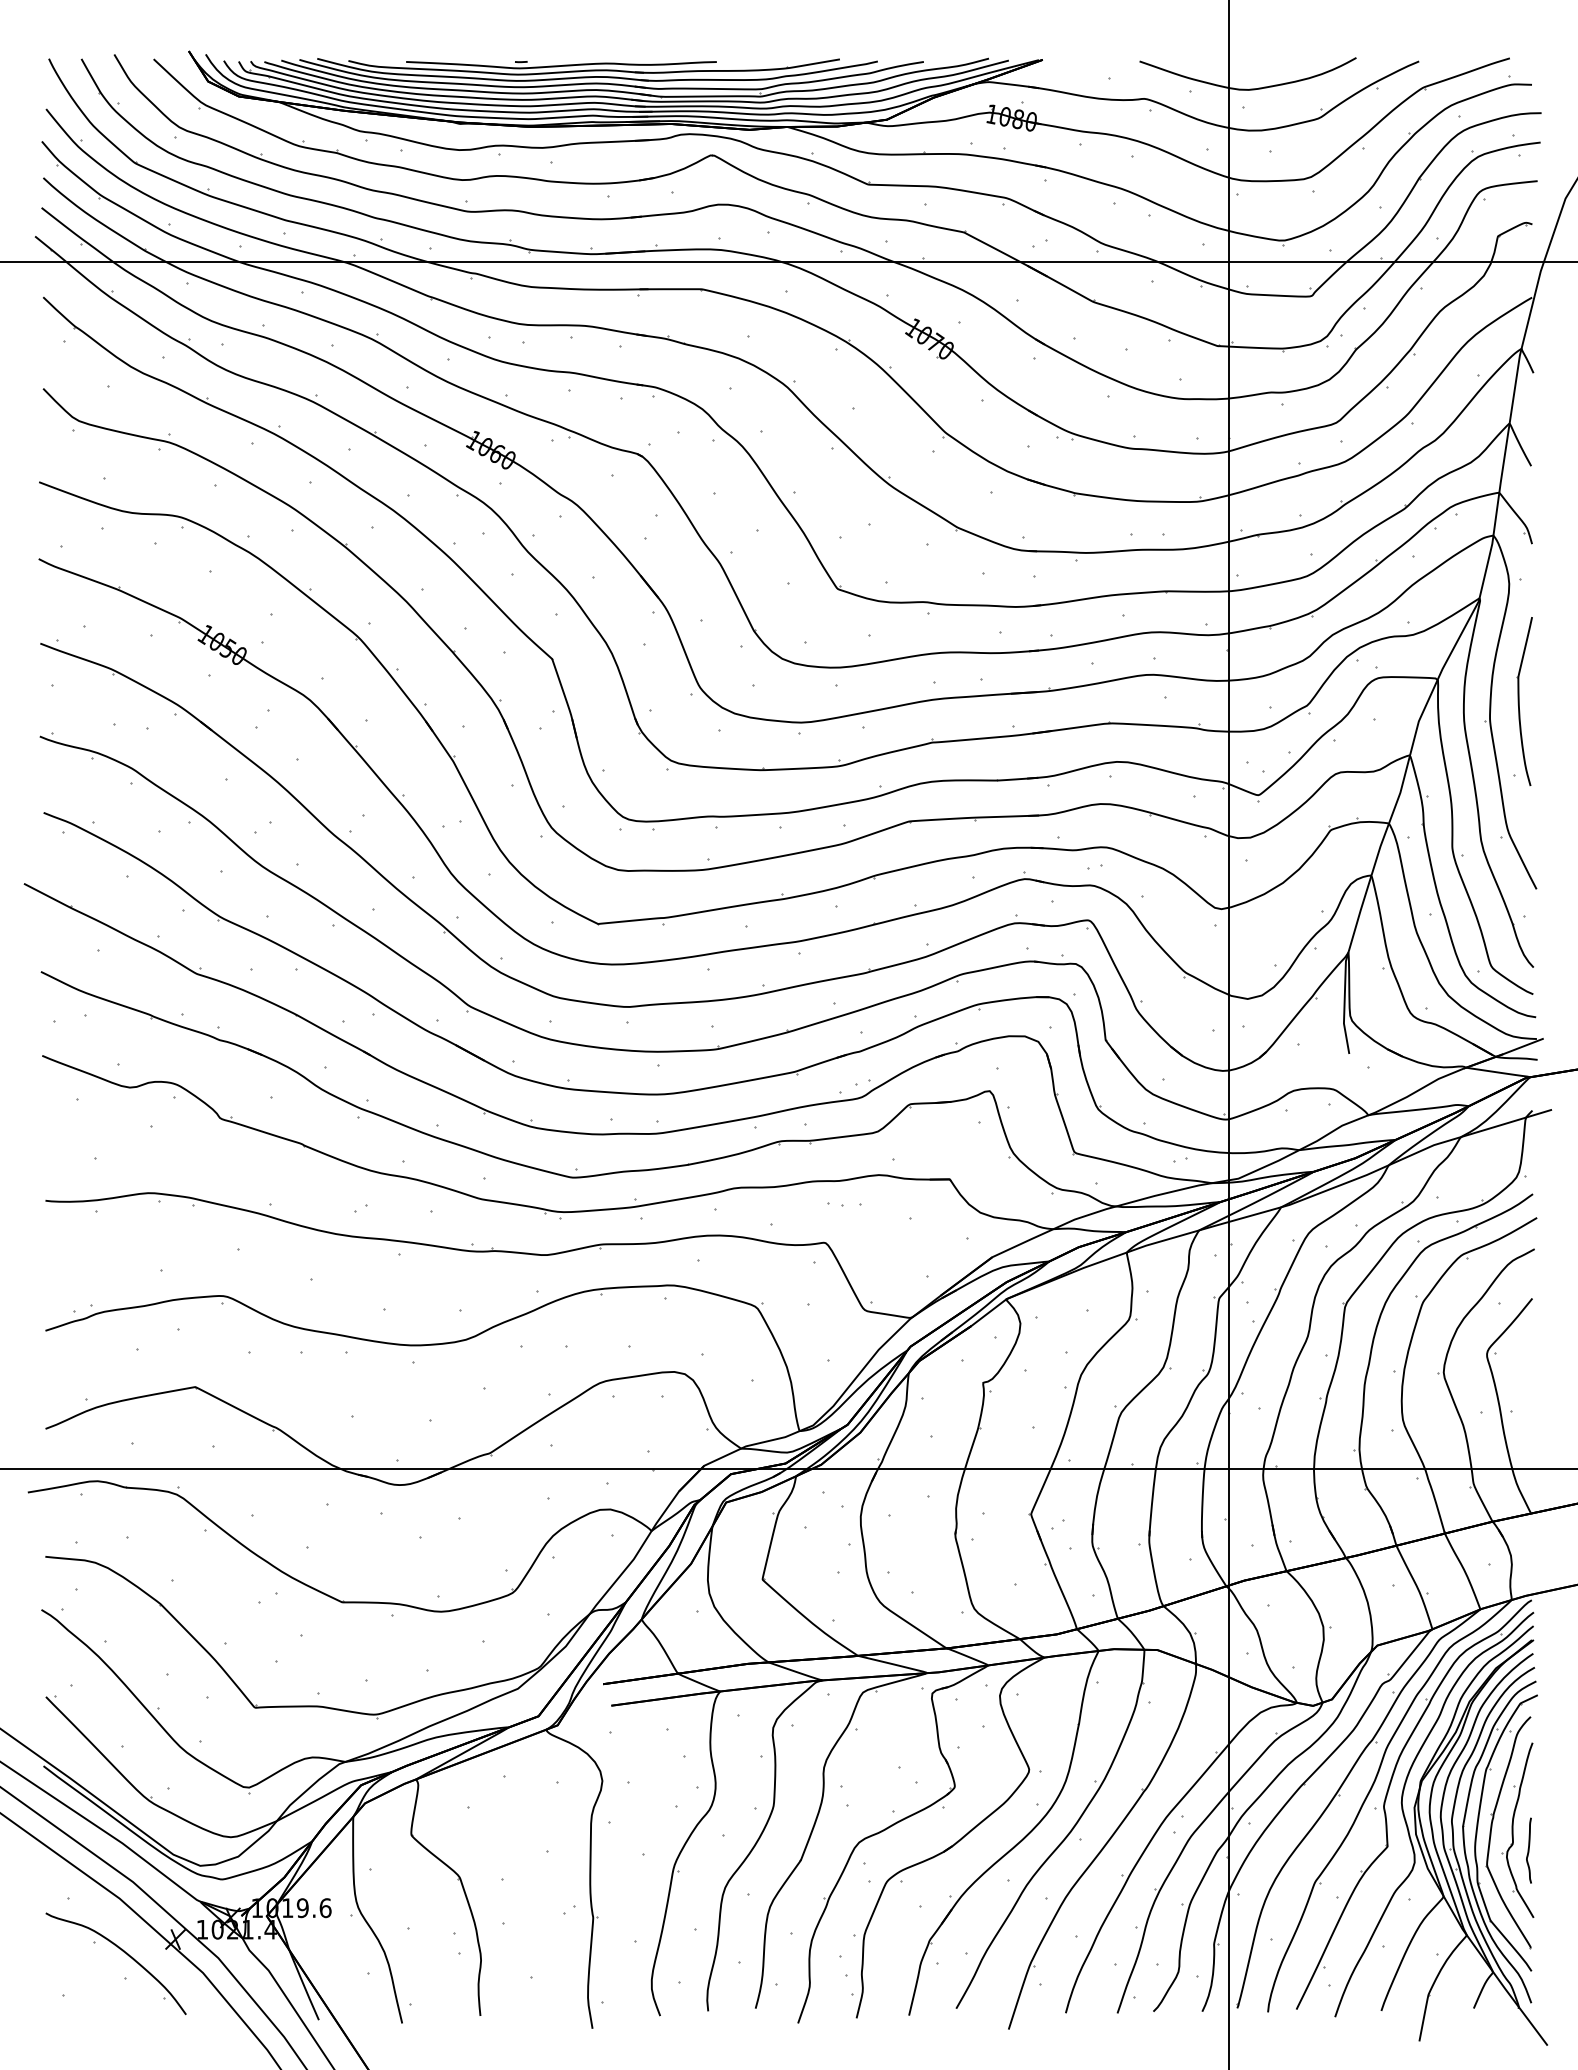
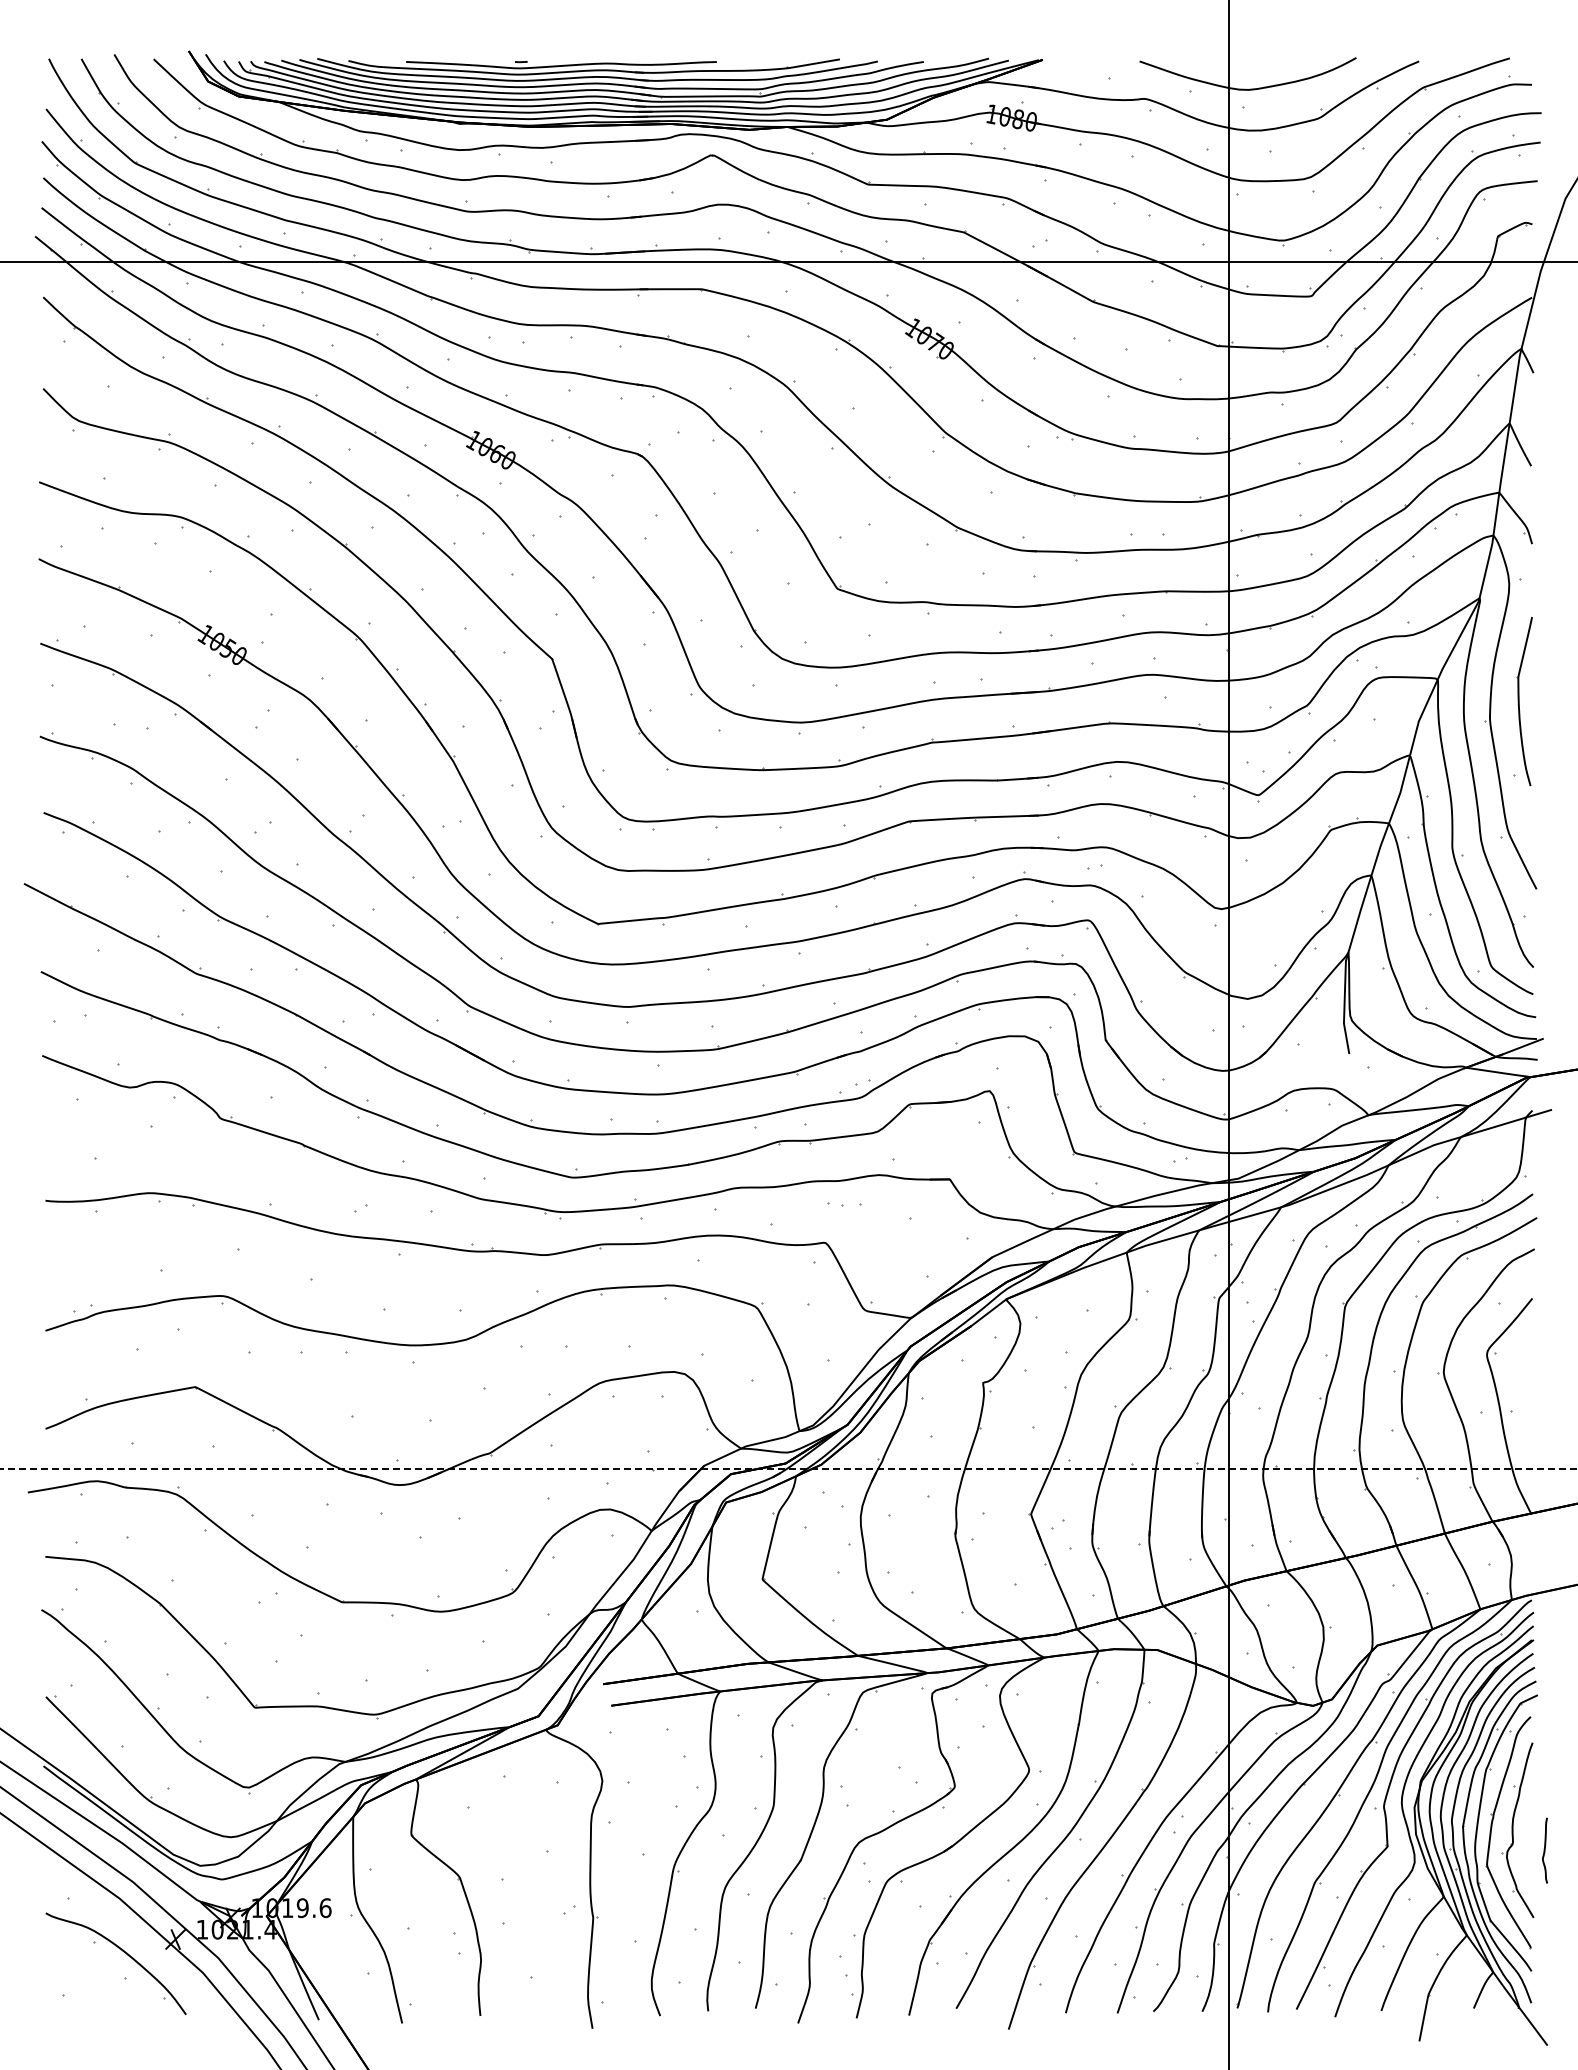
line at (788, 1469): solid -> dashed
curve at (1528, 1850) position: (1528, 1850) -> (1544, 1850)
